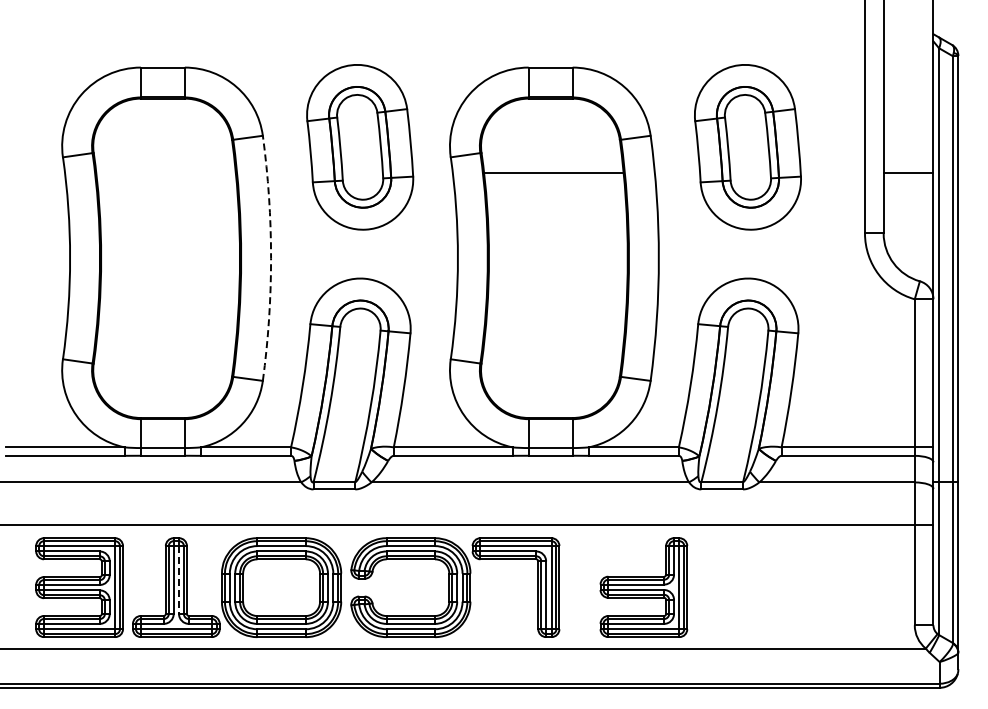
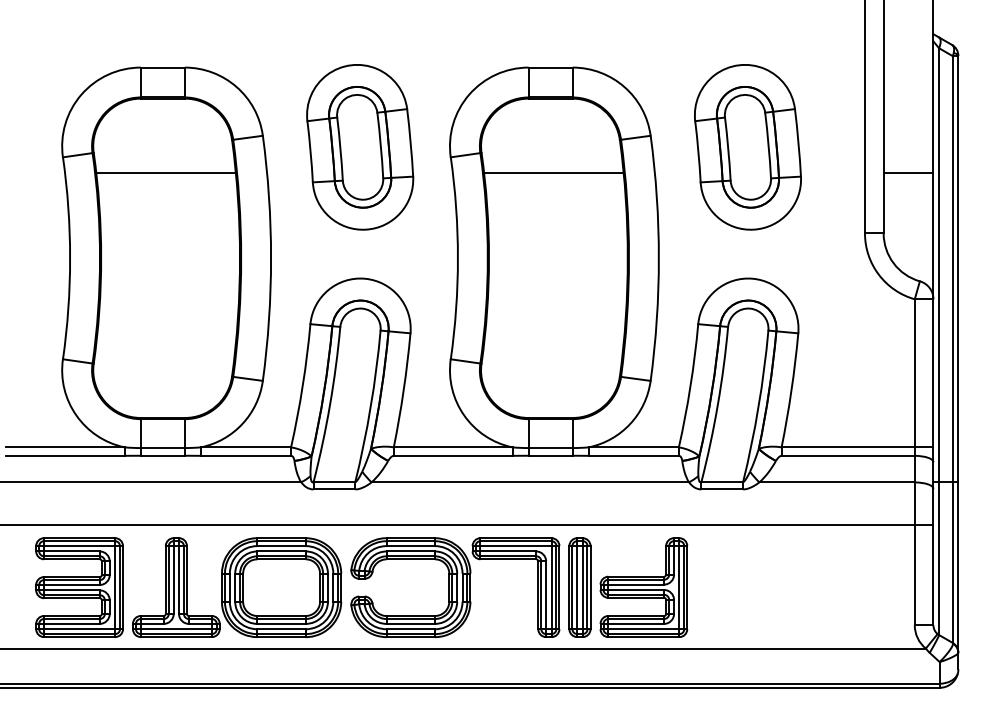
line at (165, 172): none -> present
arc at (271, 258): dashed -> solid
line at (179, 579): dashed -> solid
part at (579, 587): none -> present
